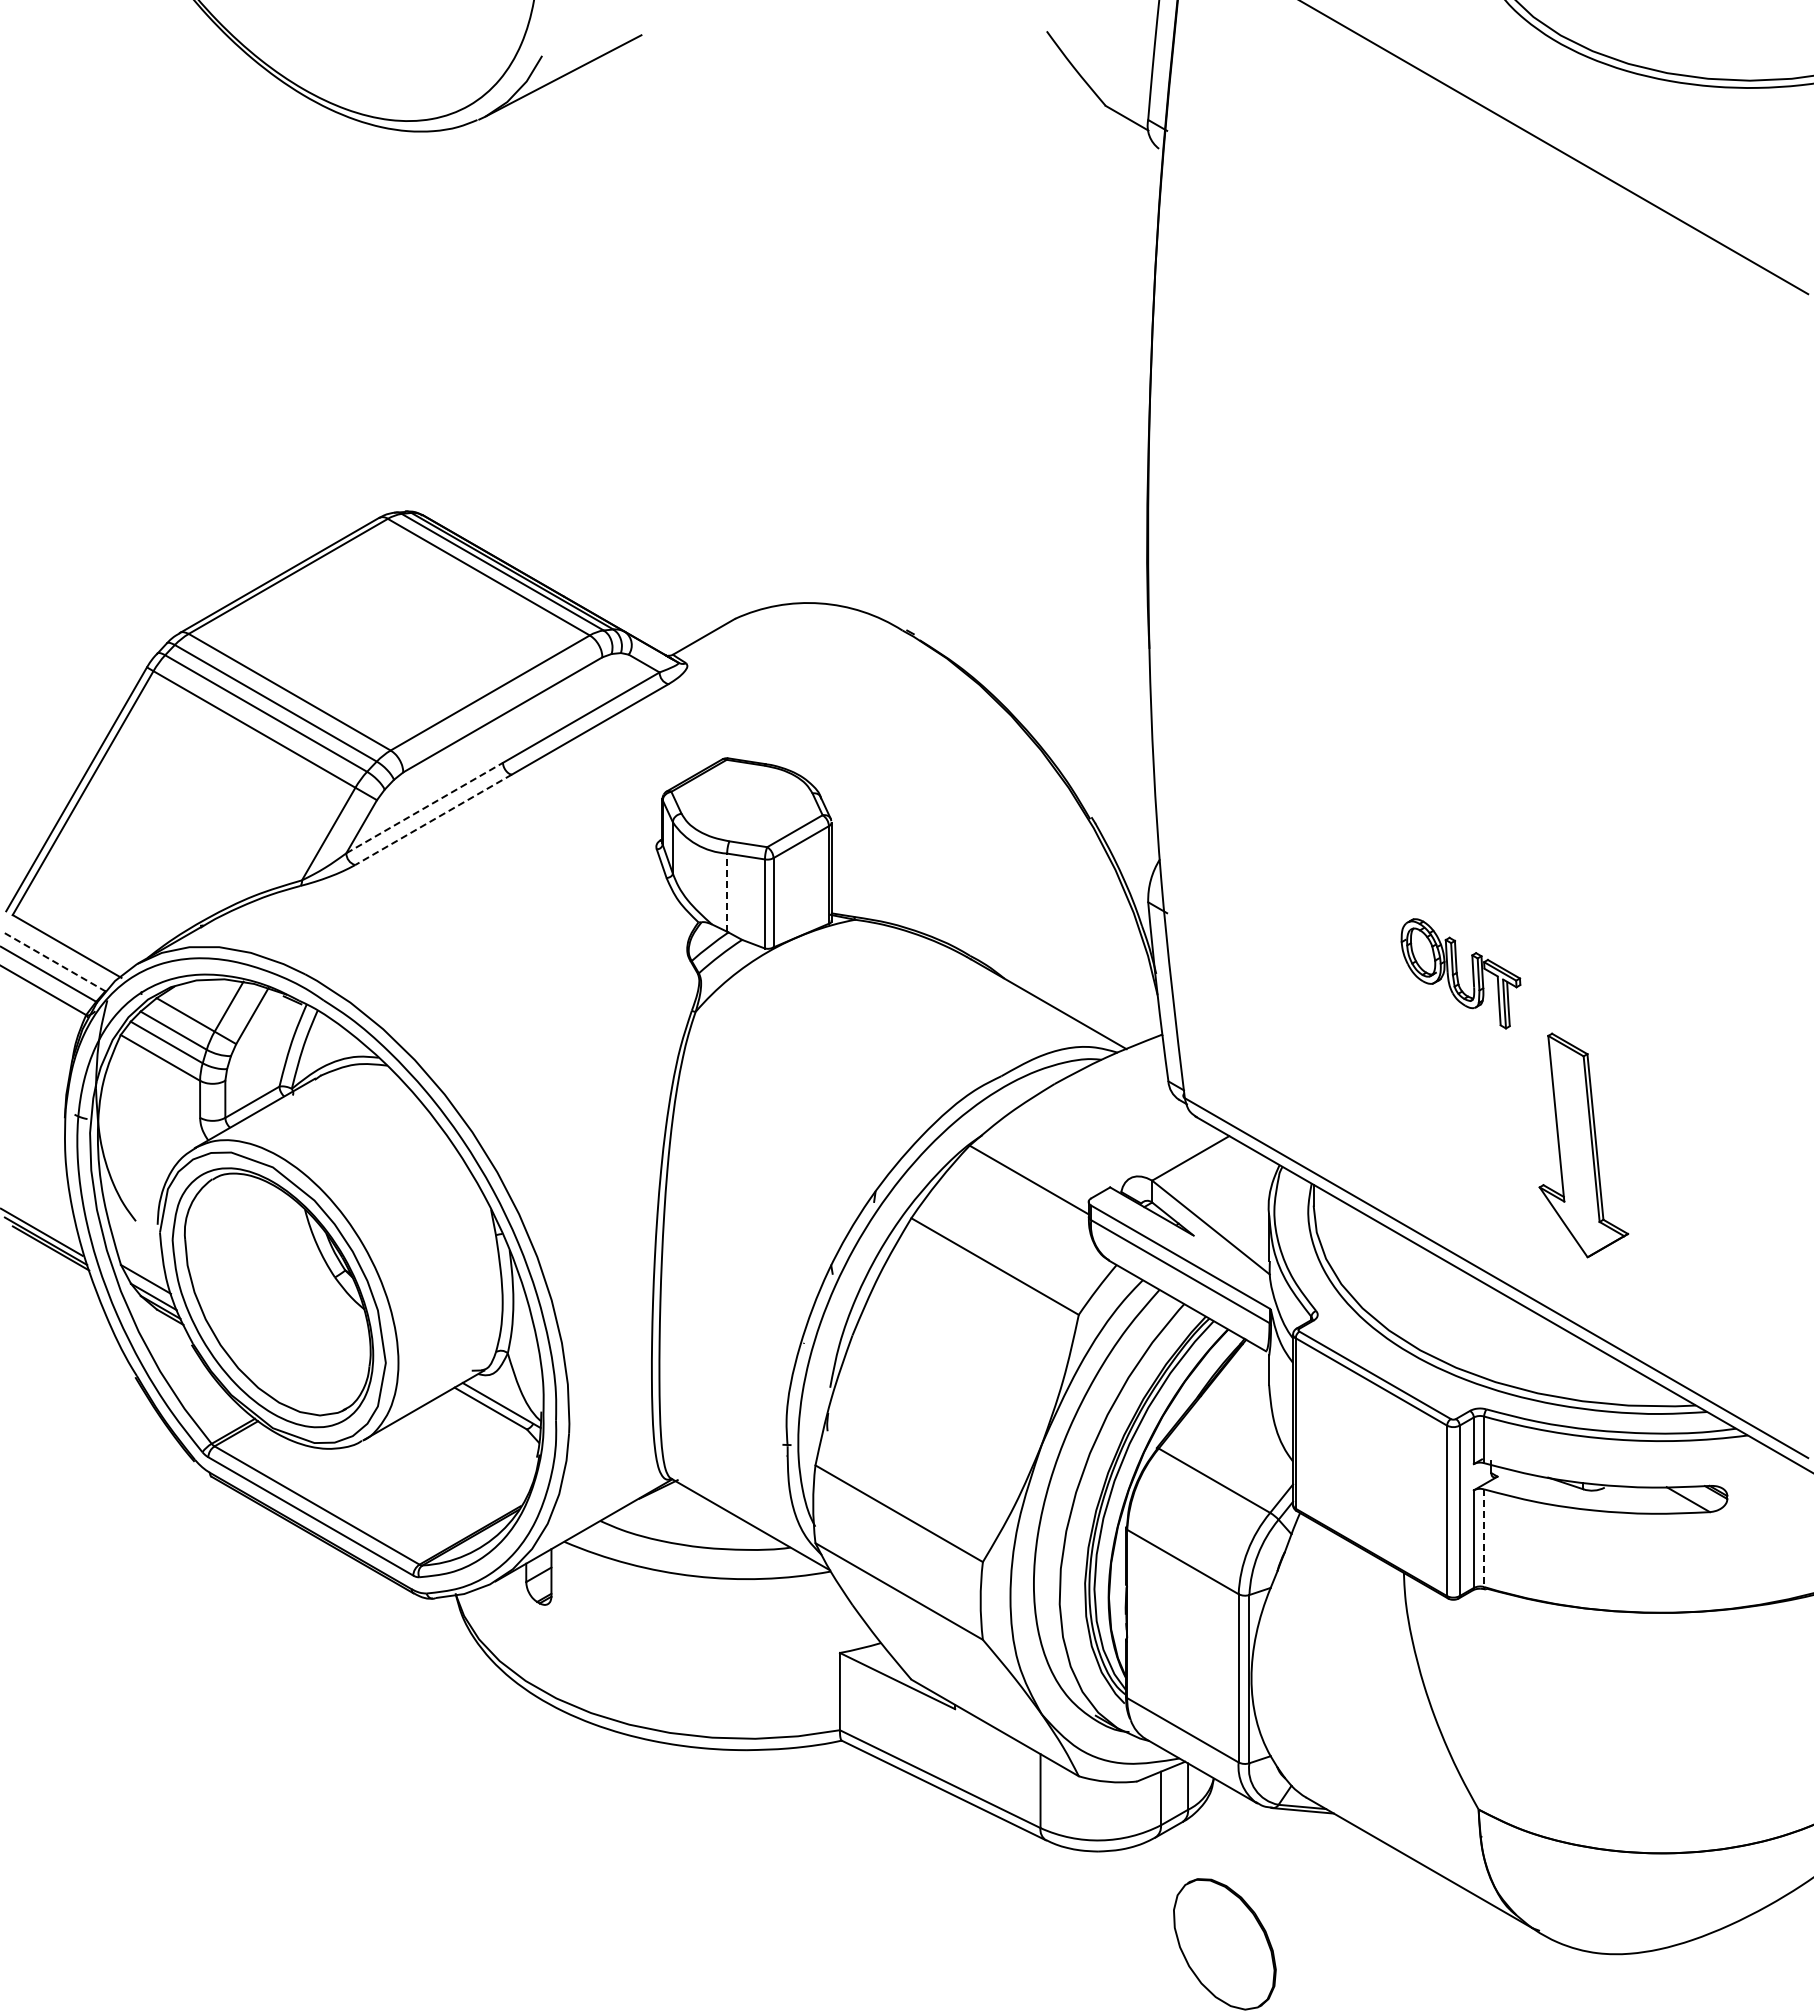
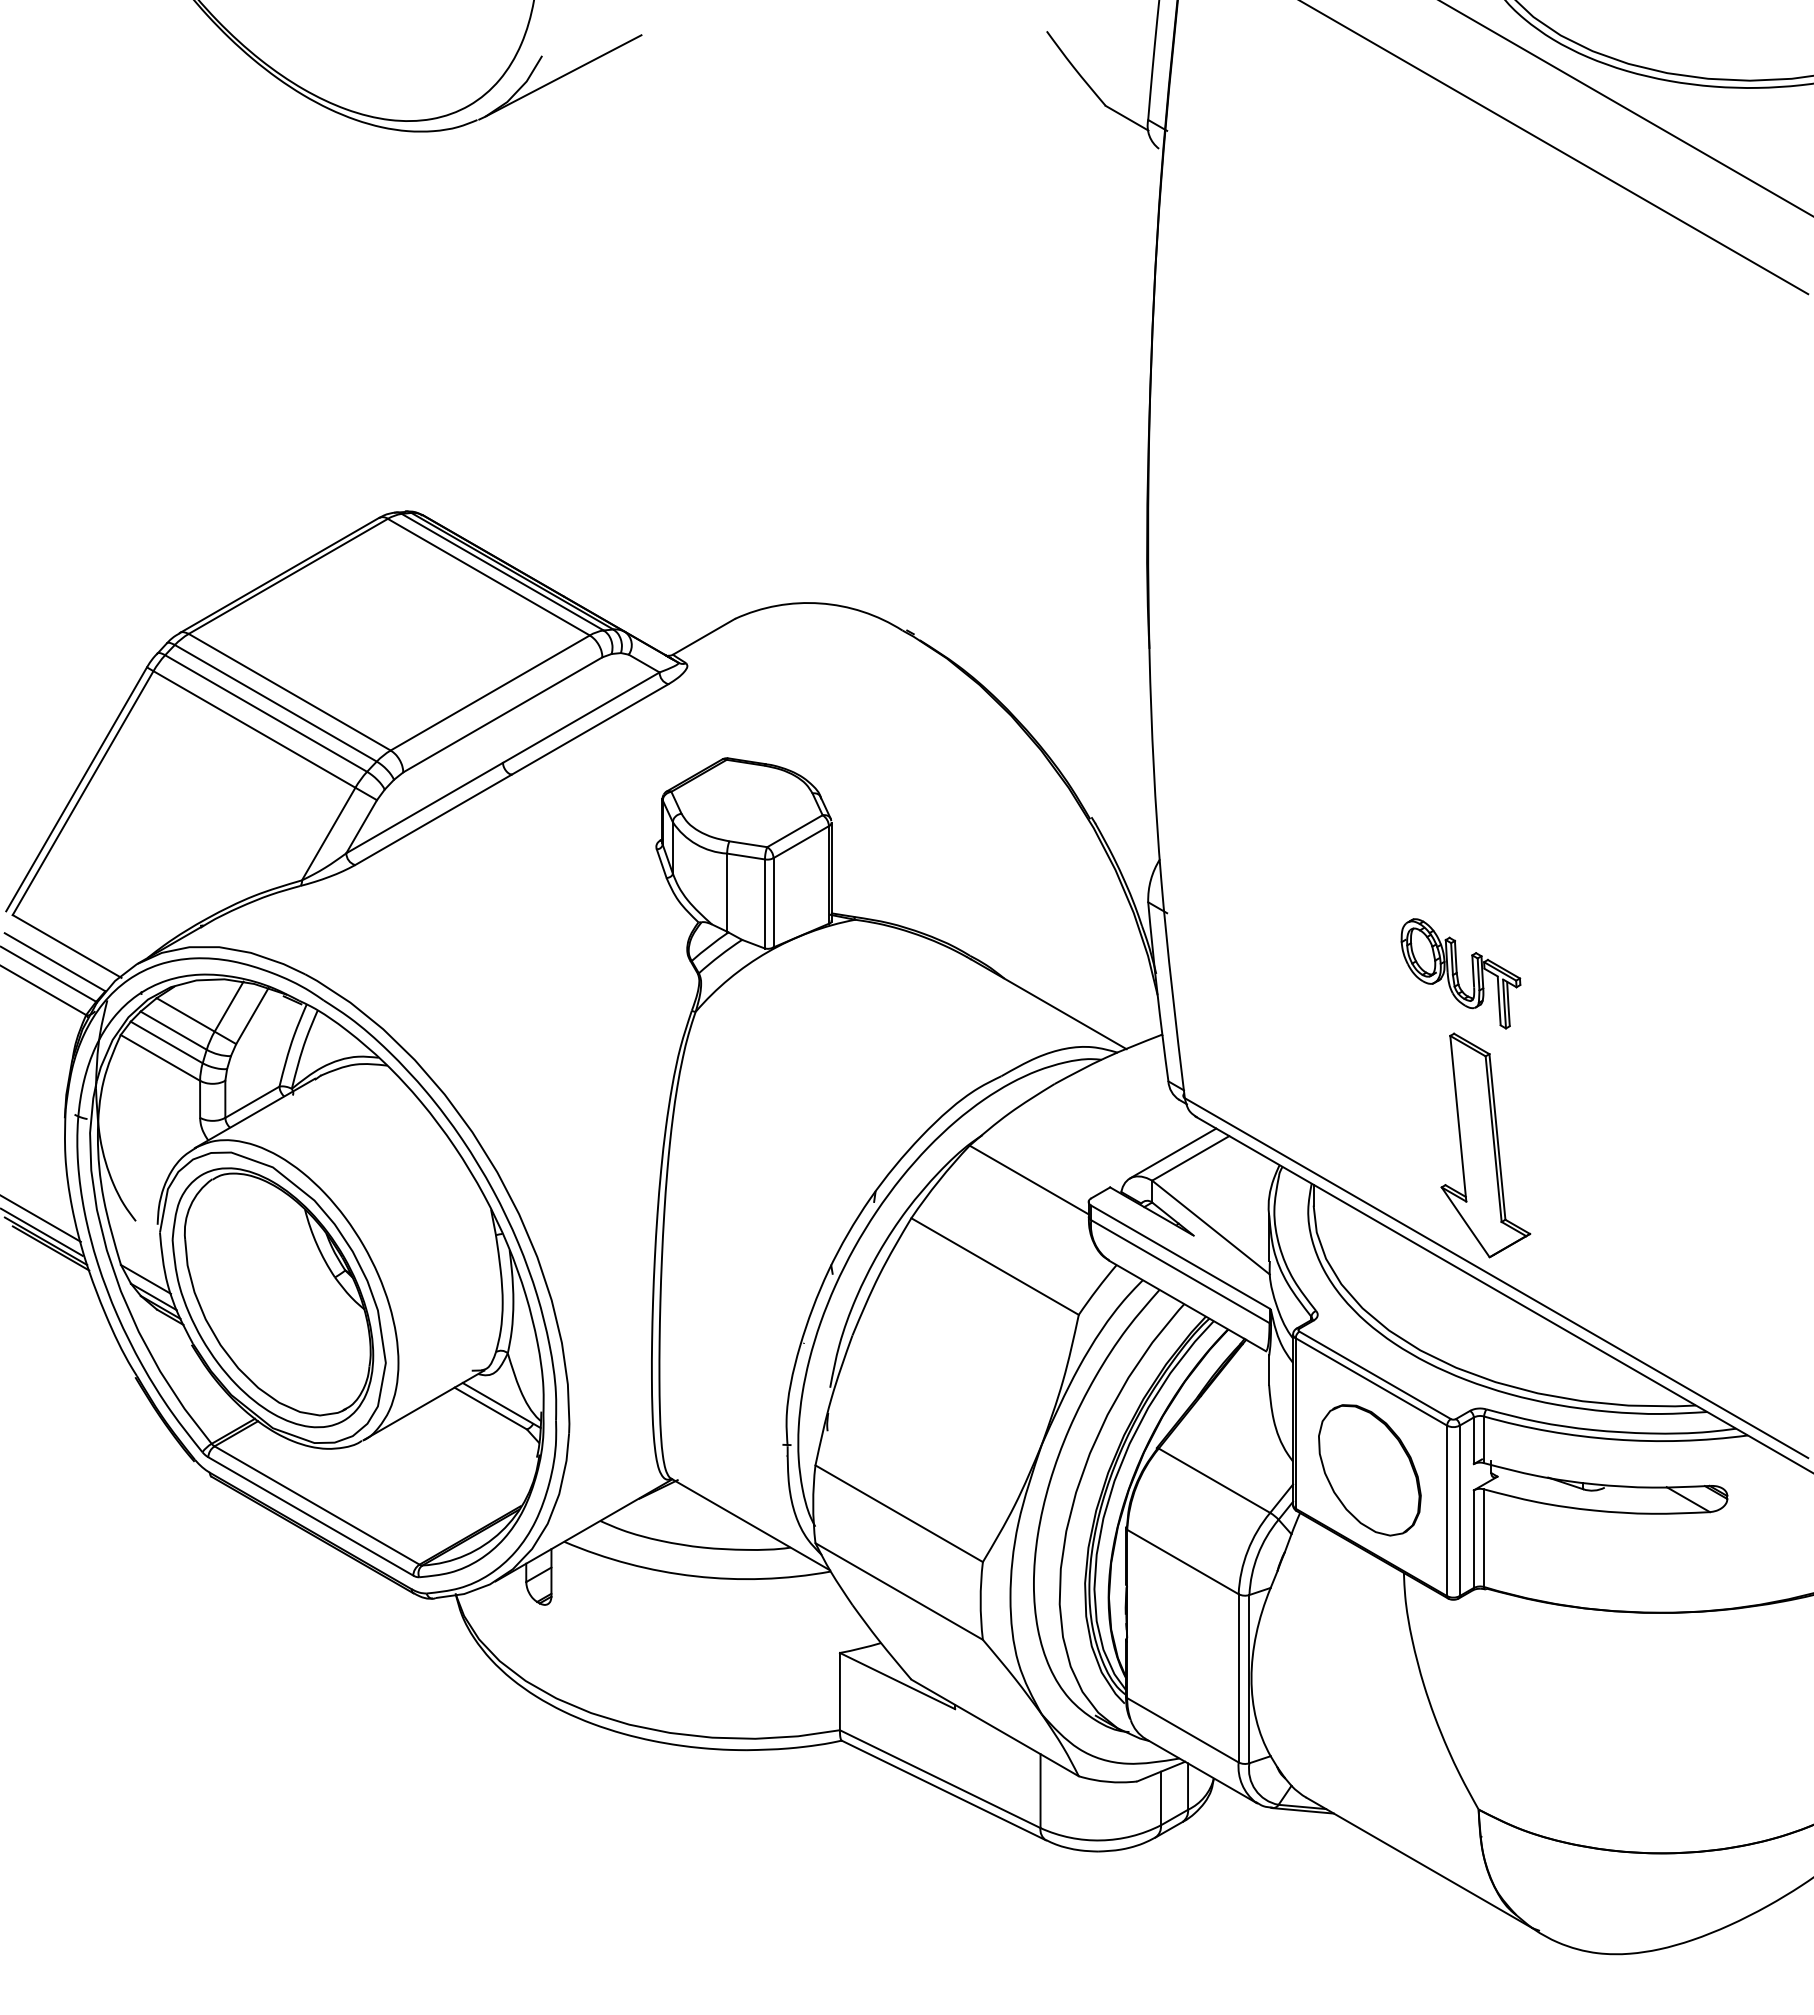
line at (1626, 108): none -> present
line at (425, 807): dashed -> solid
line at (433, 820): dashed -> solid
line at (727, 892): dashed -> solid
line at (55, 962): dashed -> solid
part at (1583, 1145) position: (1583, 1145) -> (1485, 1145)
line at (1172, 1153): none -> present
line at (41, 1218): none -> present
line at (1484, 1538): dashed -> solid
part at (1224, 1944) position: (1224, 1944) -> (1369, 1470)
